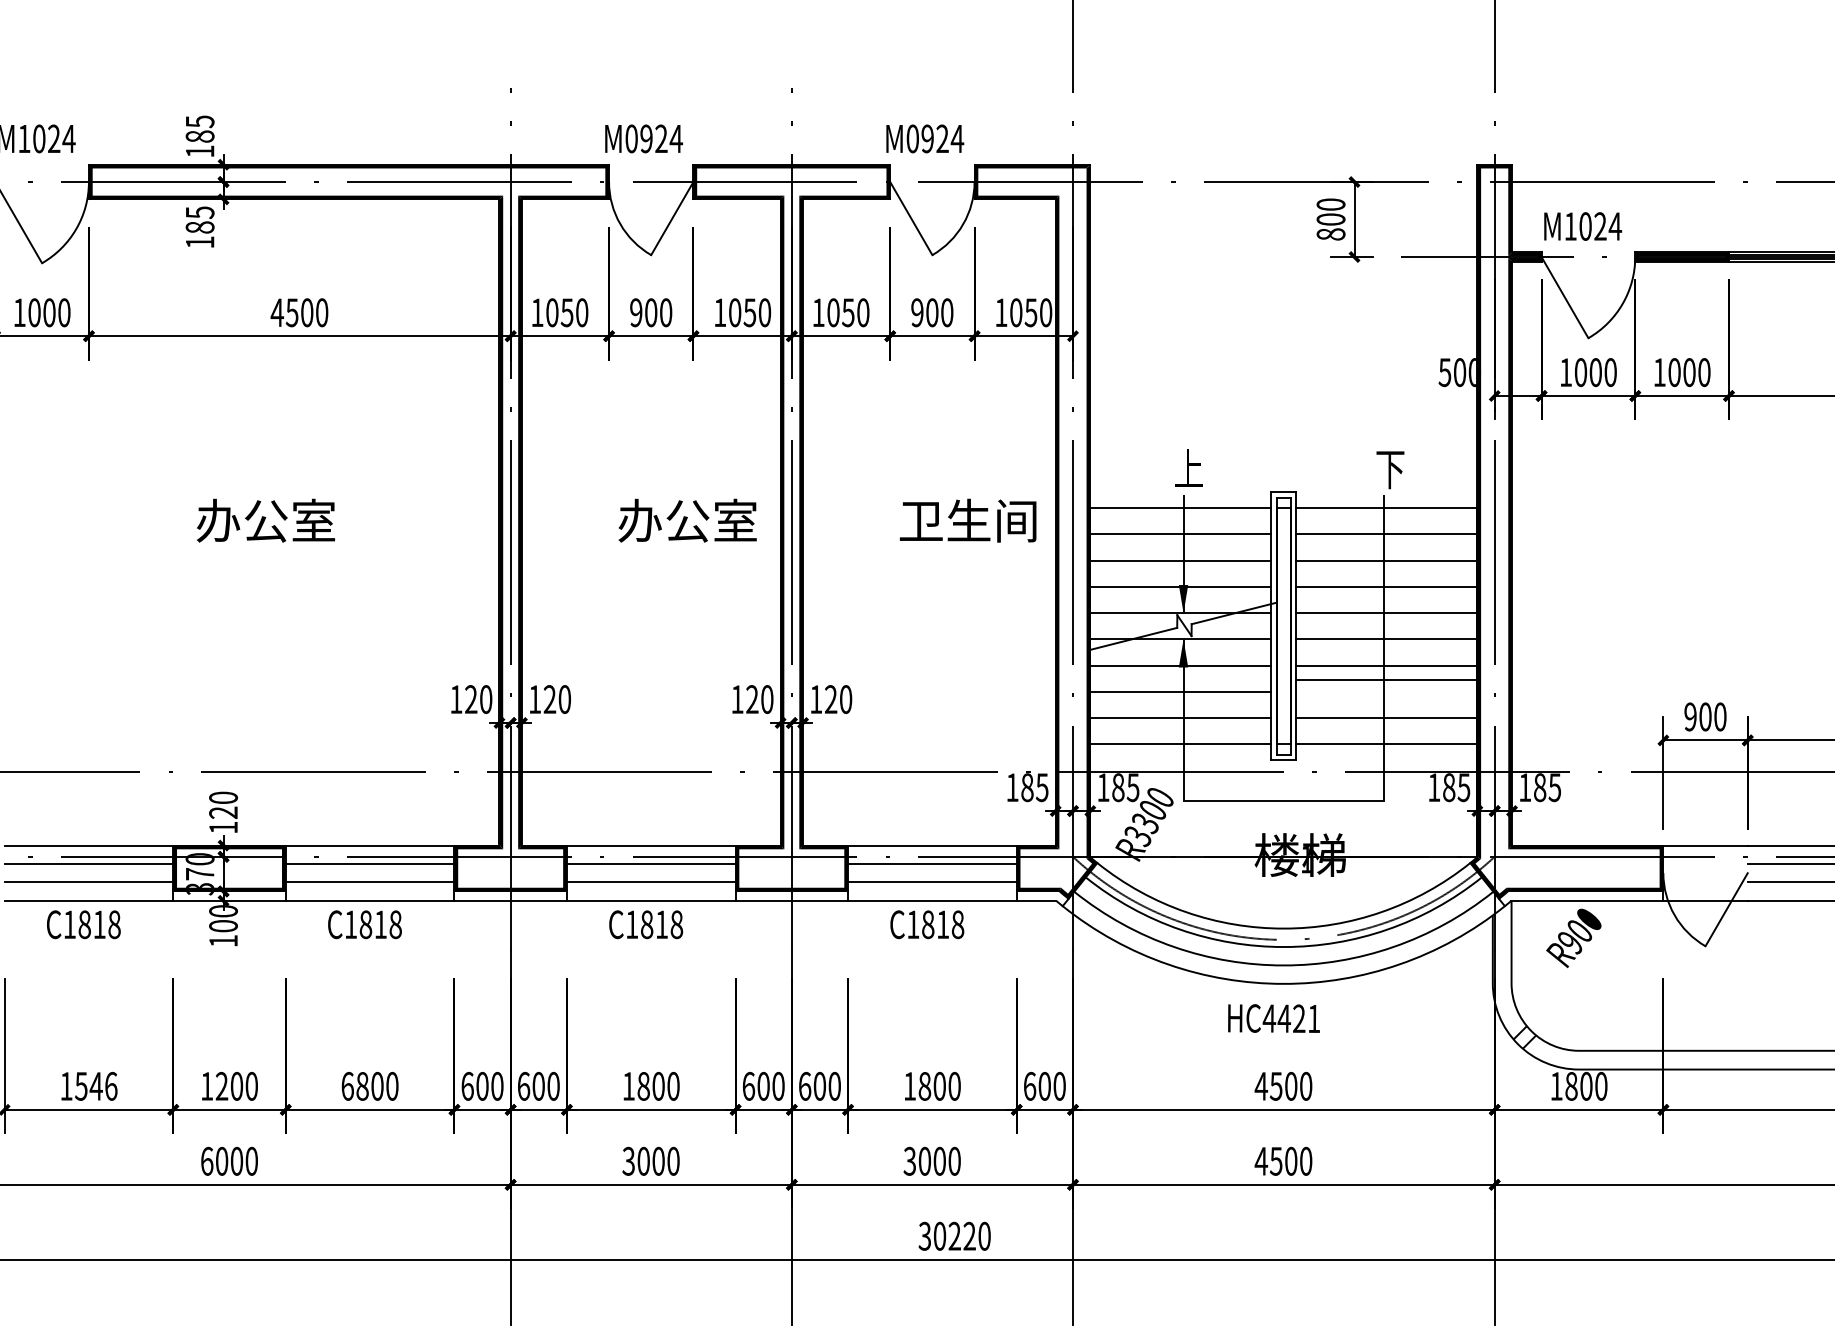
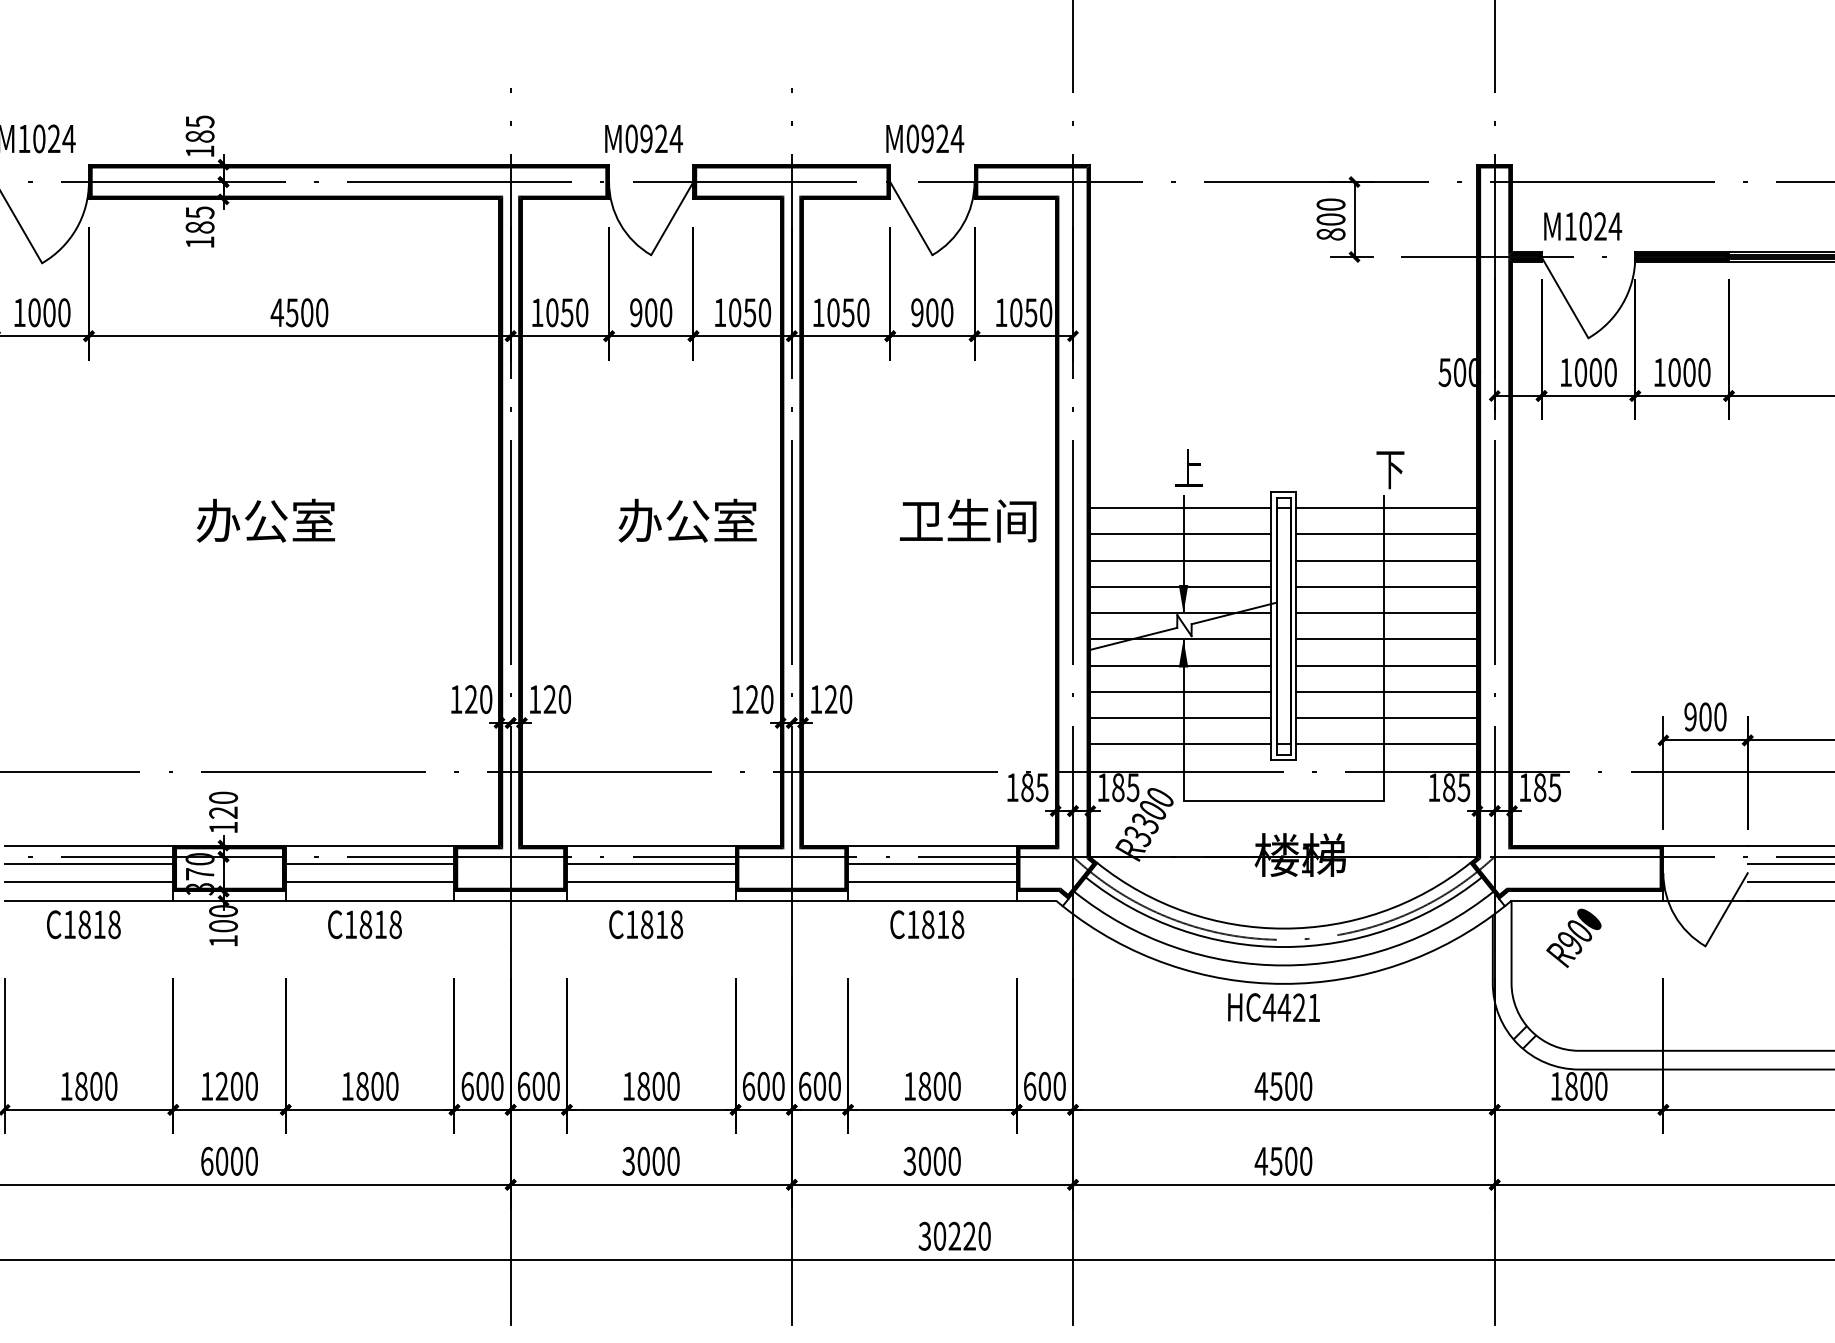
line at (1386, 679) position: (1386, 679) -> (1386, 691)
text at (1273, 1018) position: (1273, 1018) -> (1273, 1007)
text at (96, 1085): 1546 -> 1800
text at (347, 1085): 6800 -> 1800
